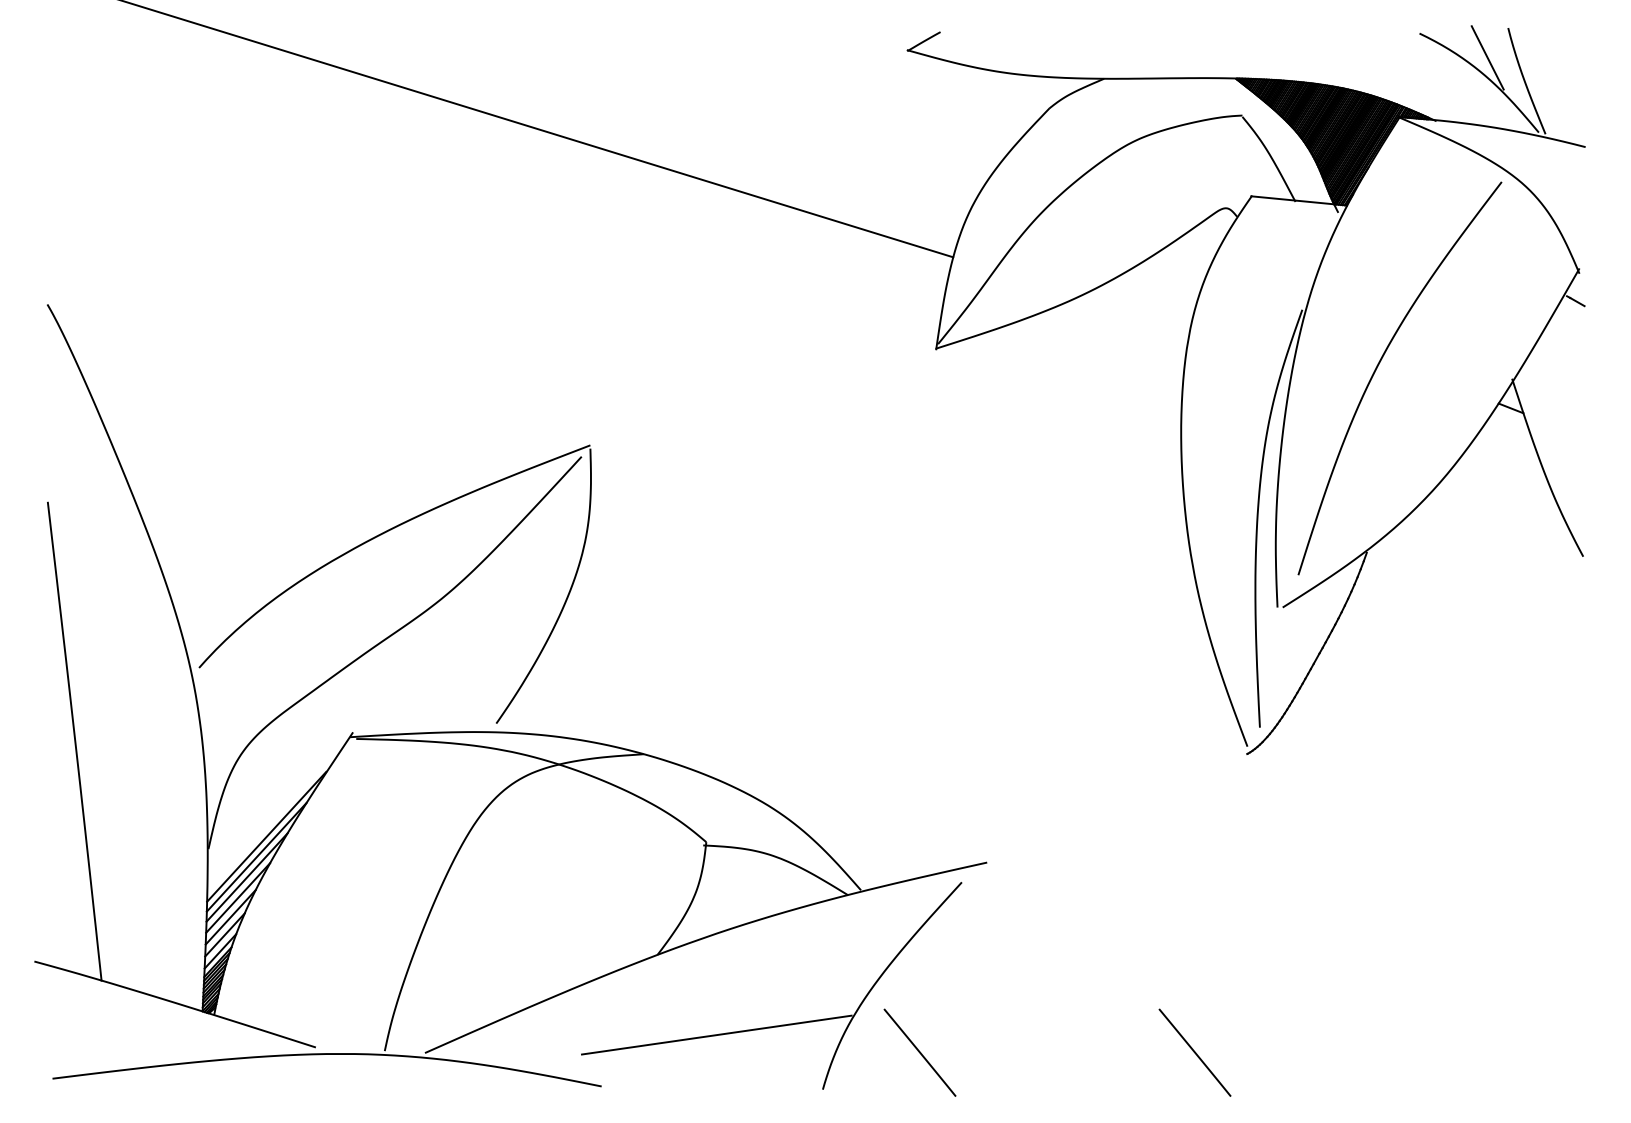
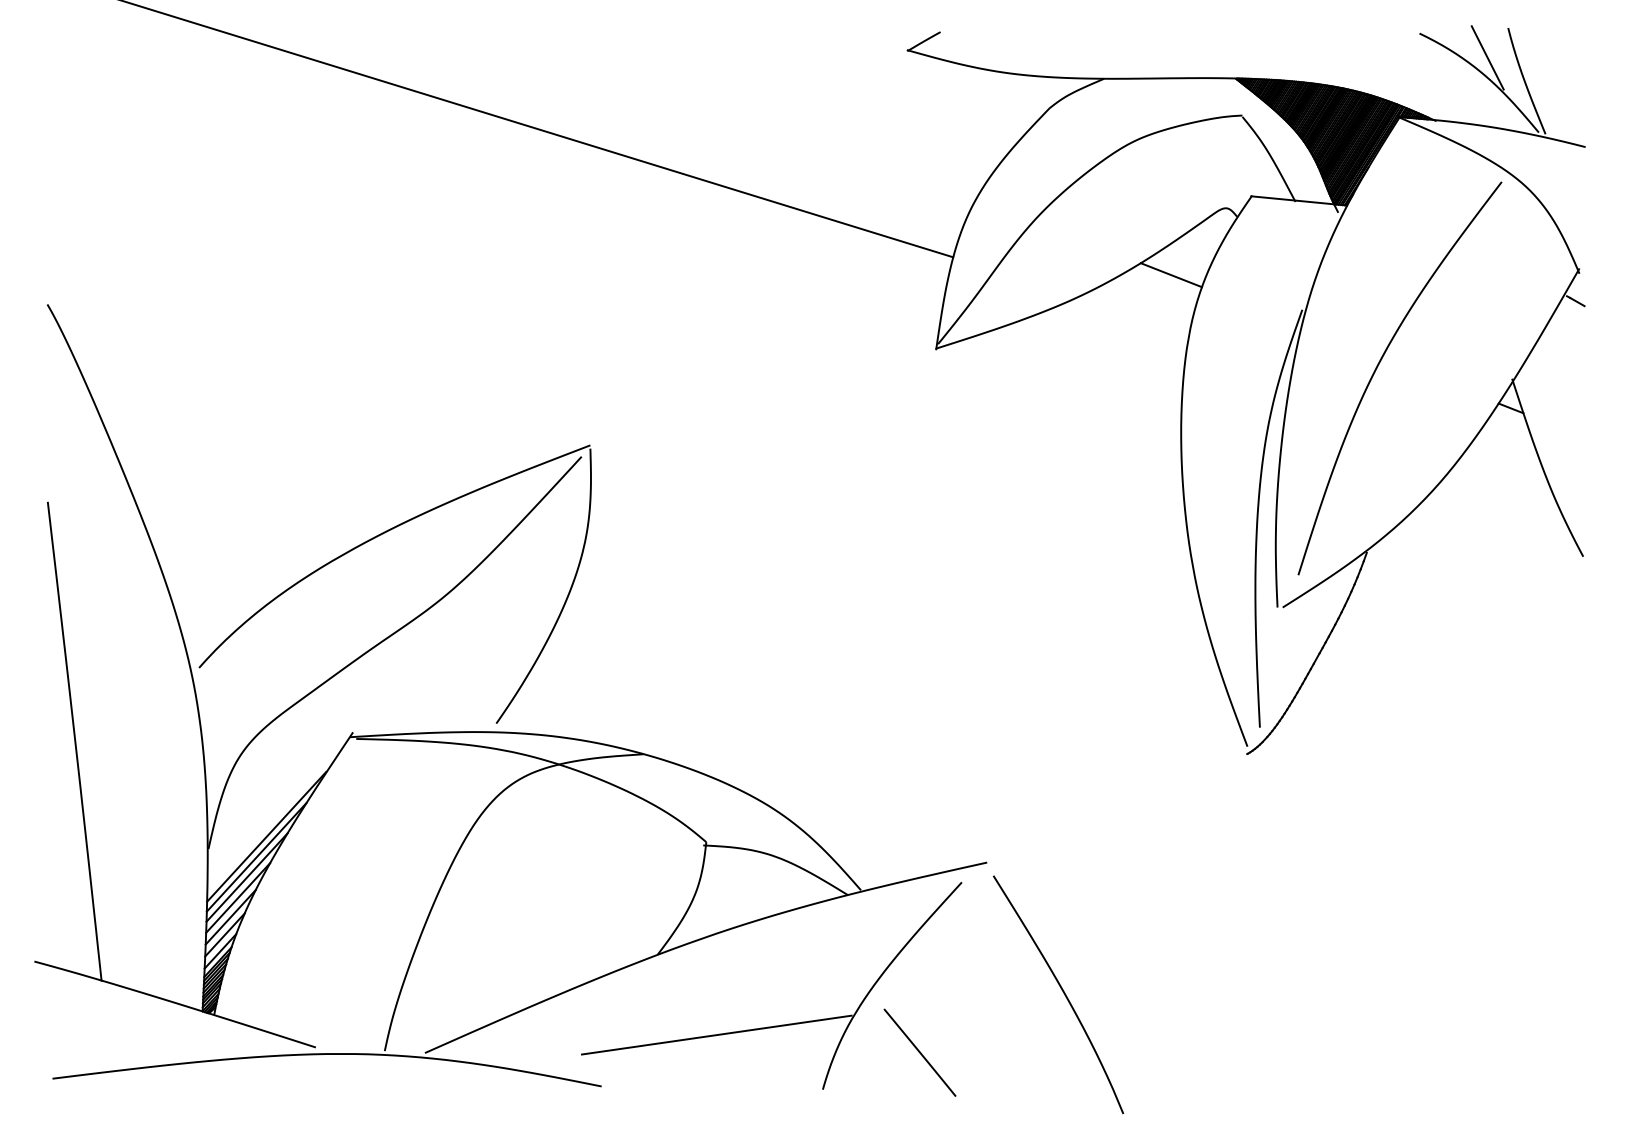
line at (1170, 275): none -> present
curve at (1061, 990): none -> present
line at (1194, 1052): present -> none
